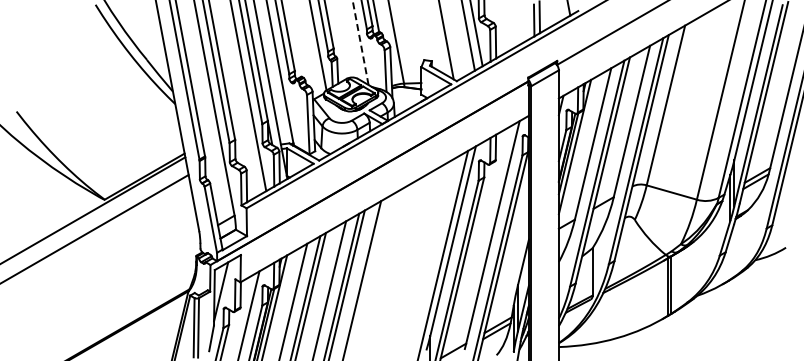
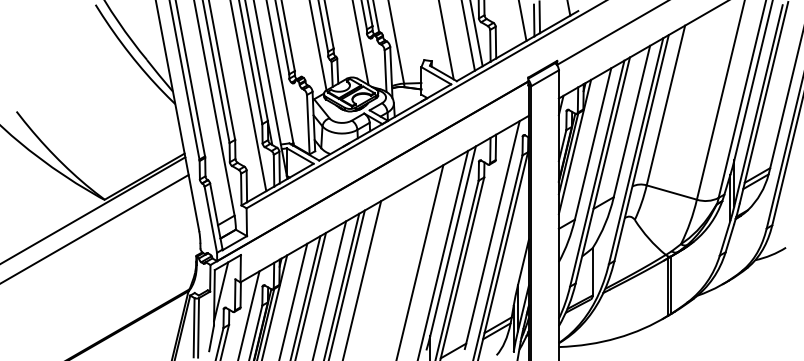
line at (522, 21): none -> present
line at (360, 42): dashed -> solid
line at (420, 261): none -> present
